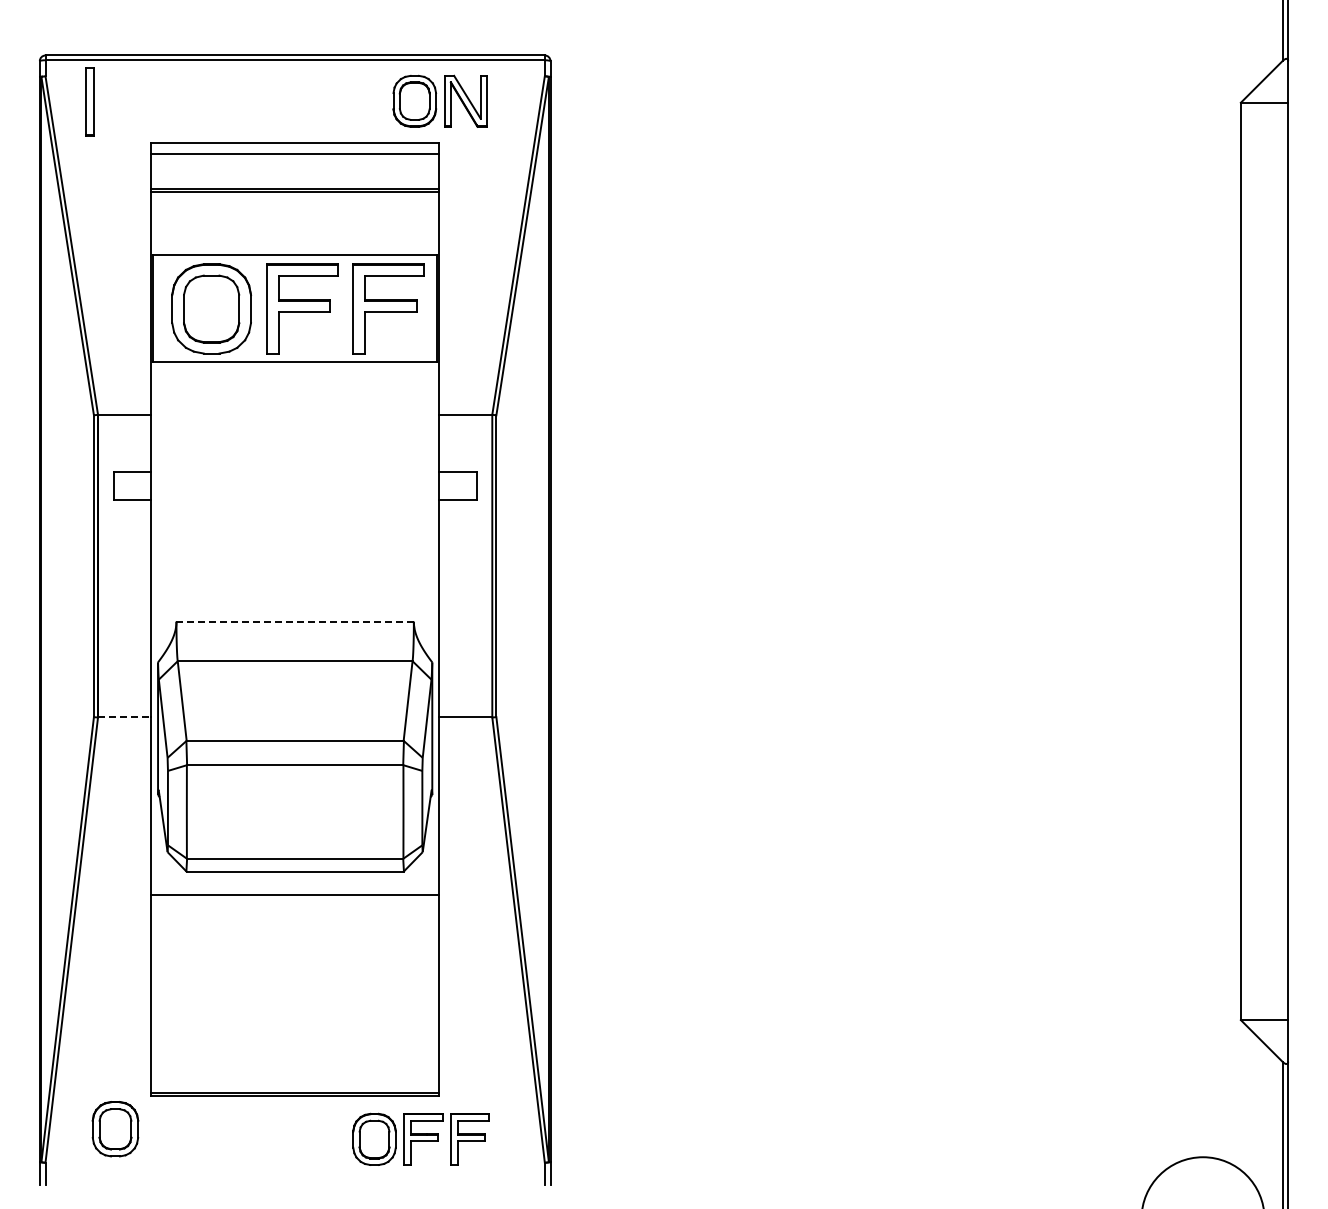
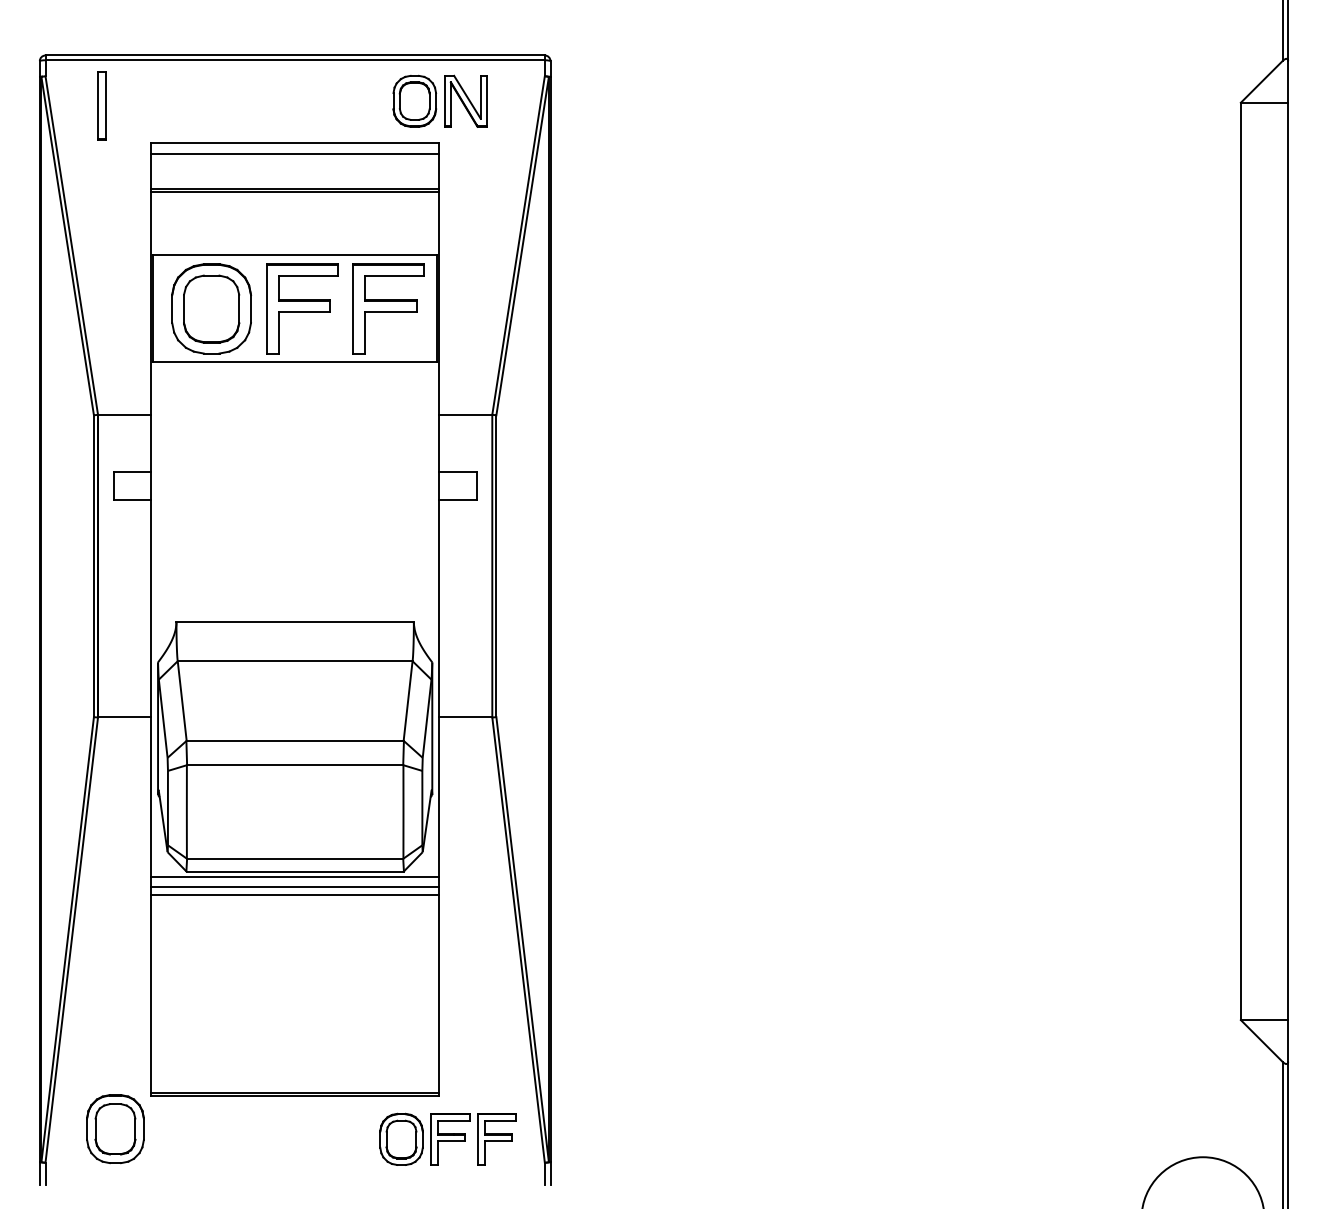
part at (89, 101) position: (89, 101) -> (101, 105)
line at (295, 621): dashed -> solid
line at (124, 717): dashed -> solid
line at (294, 876): none -> present
line at (294, 887): none -> present
part at (115, 1129) size: 49x57 px -> 59x71 px
part at (420, 1138) position: (420, 1138) -> (447, 1138)
